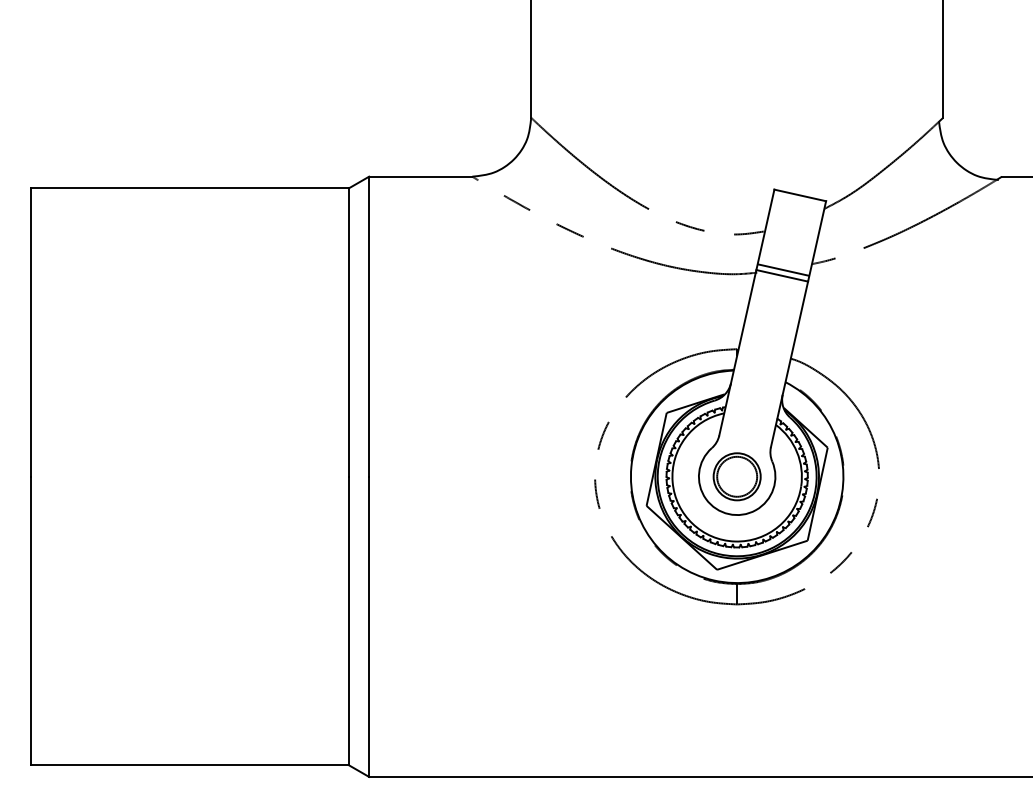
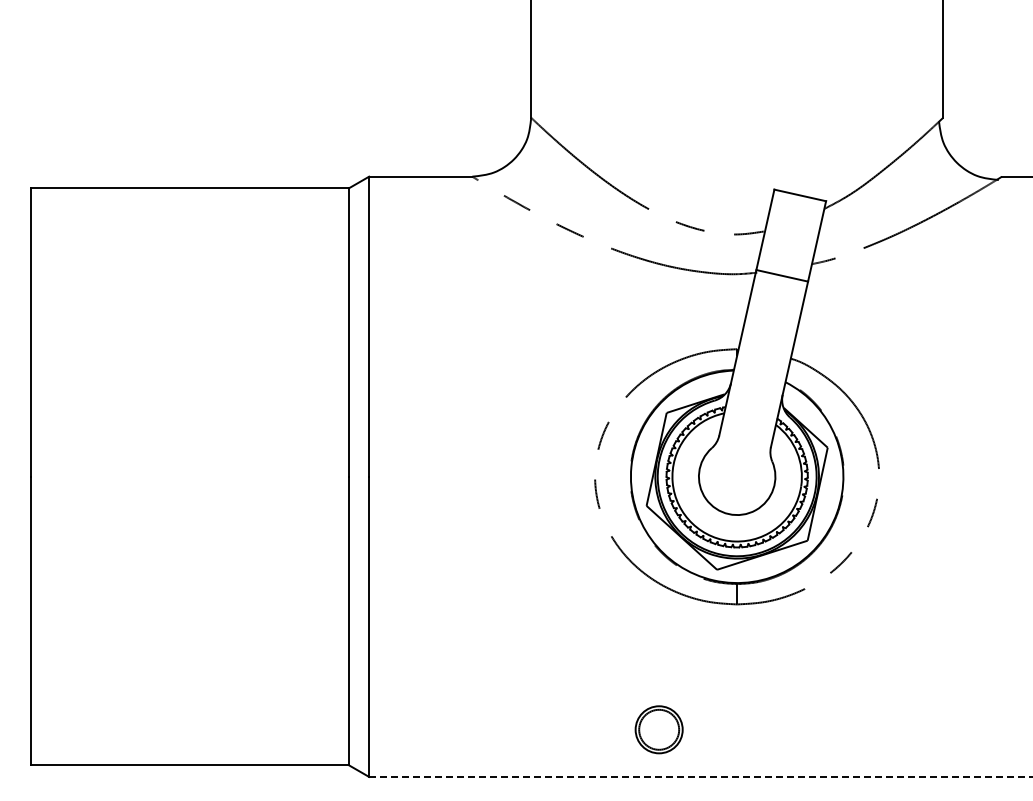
line at (783, 269): present -> none
part at (736, 476) position: (736, 476) -> (658, 729)
line at (700, 776): solid -> dashed
